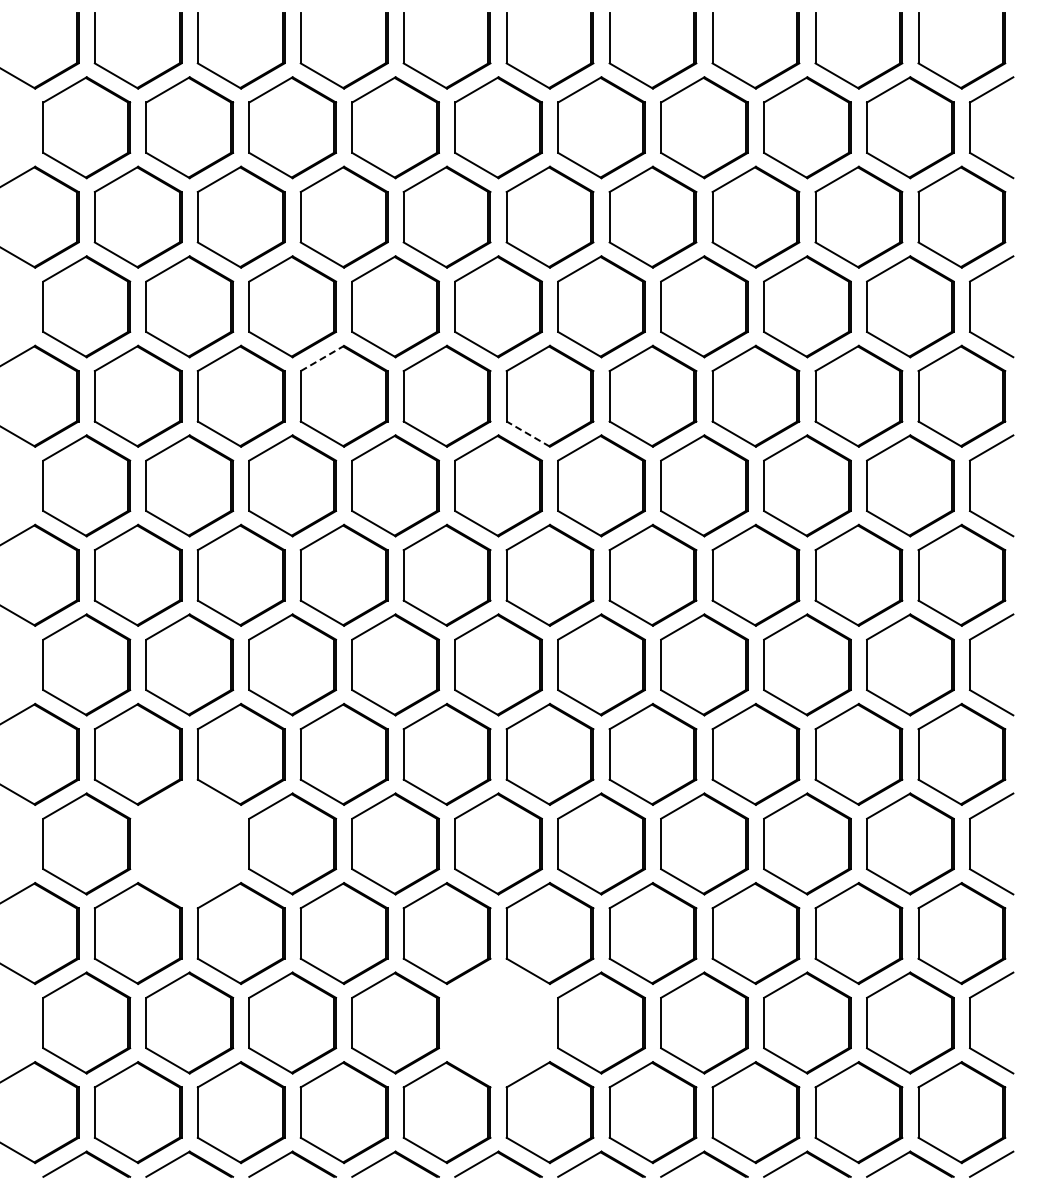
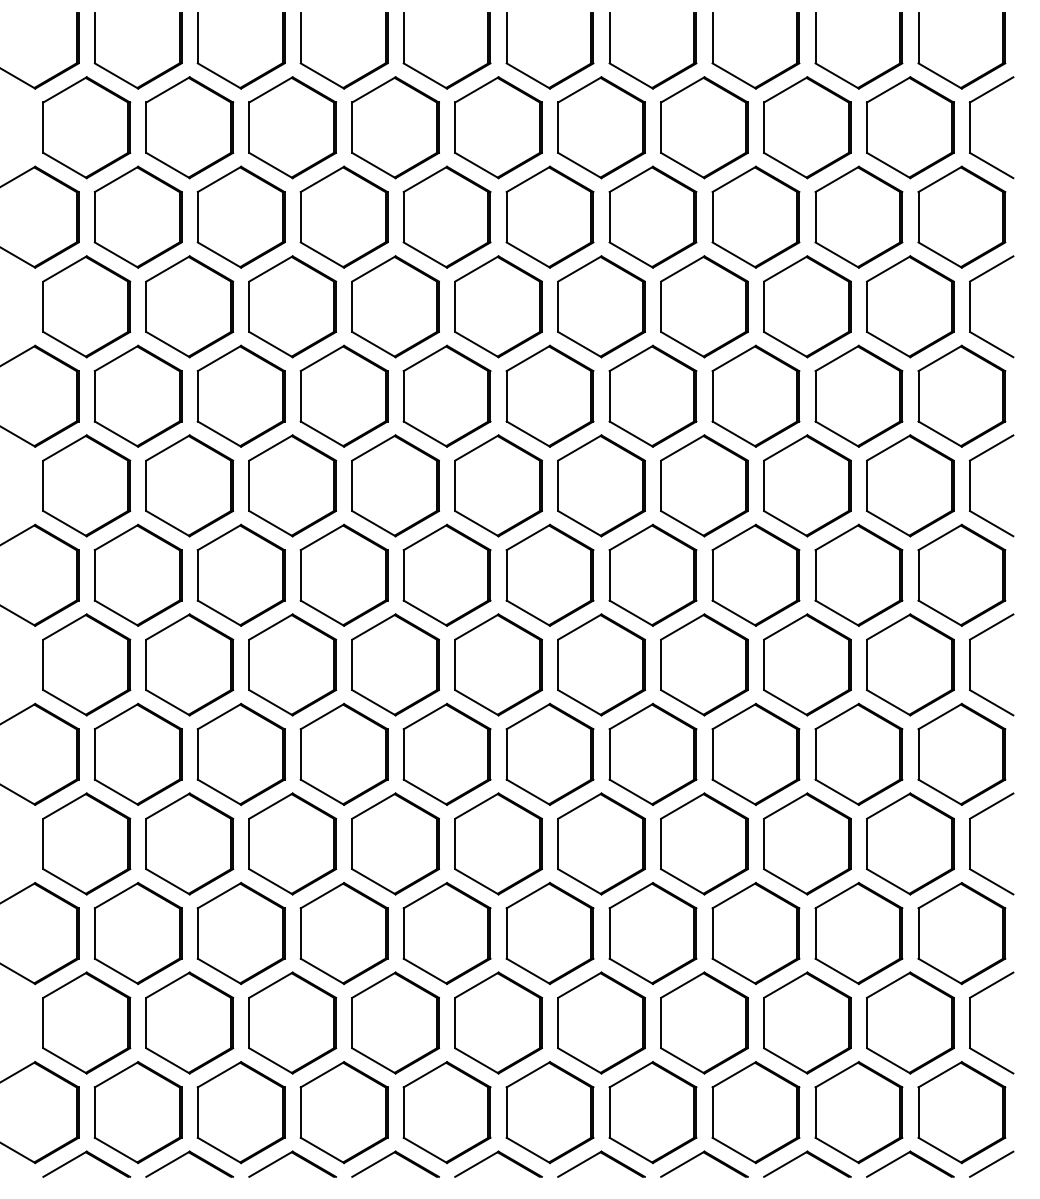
line at (322, 358): dashed -> solid
line at (527, 433): dashed -> solid
part at (189, 843): none -> present
part at (498, 1022): none -> present
